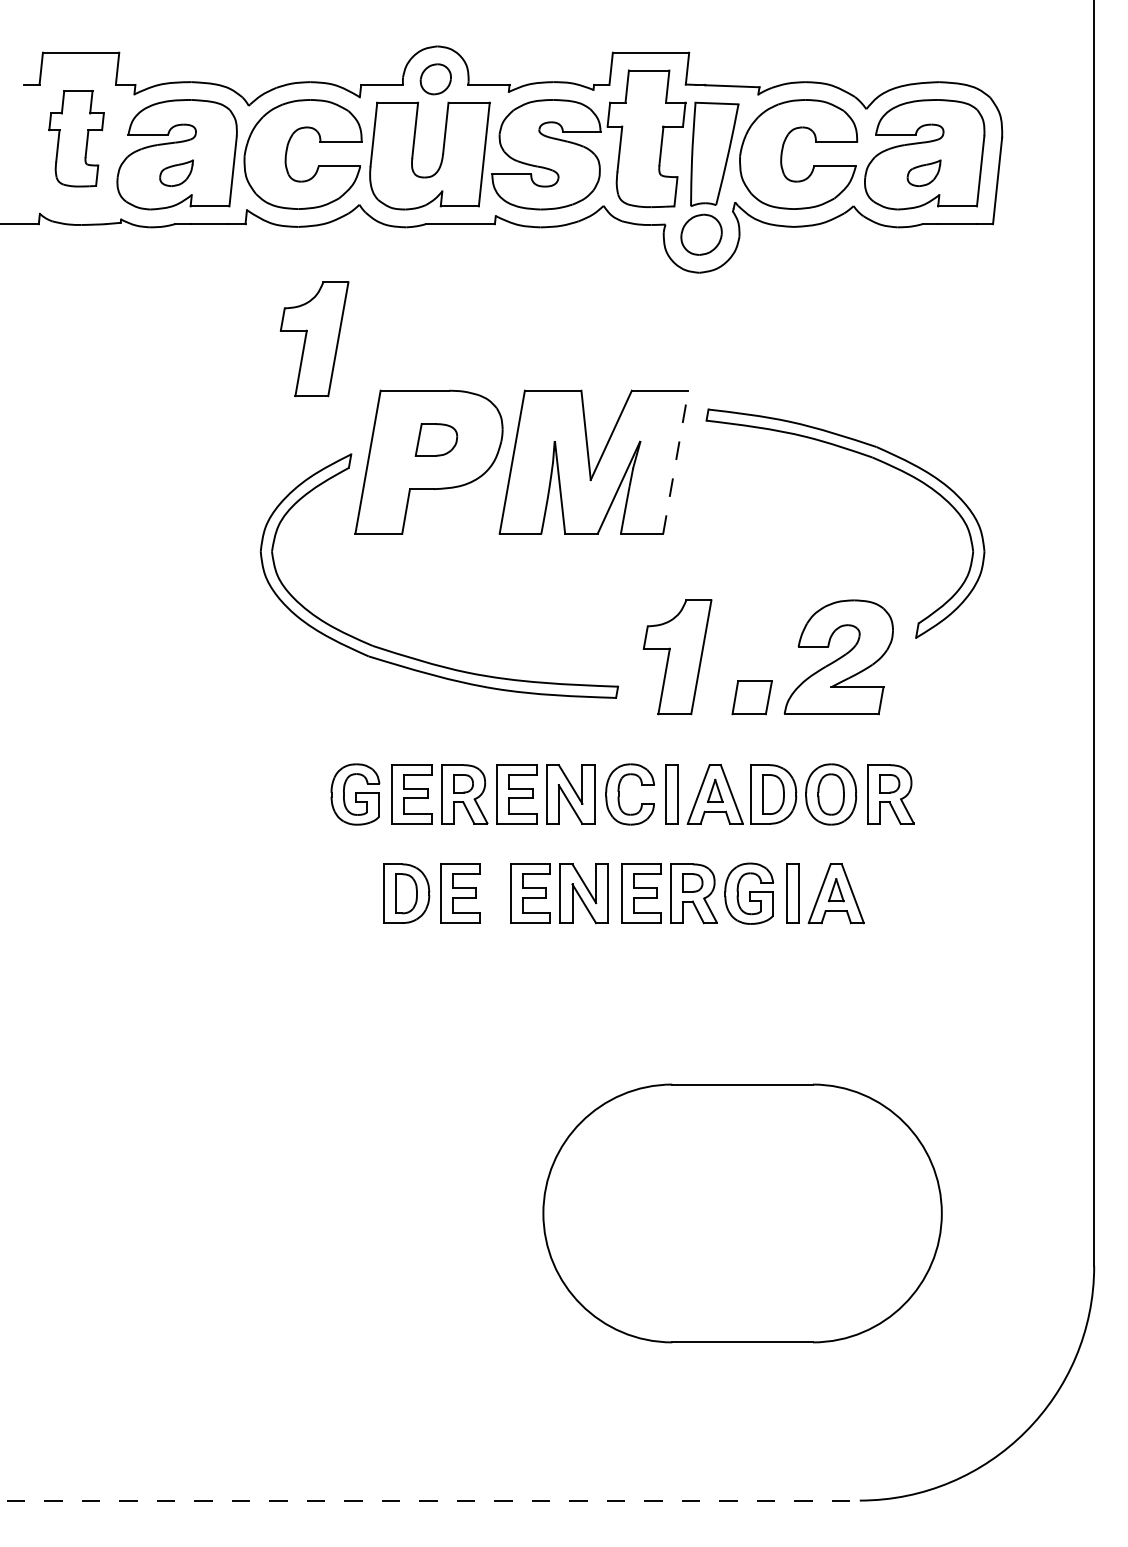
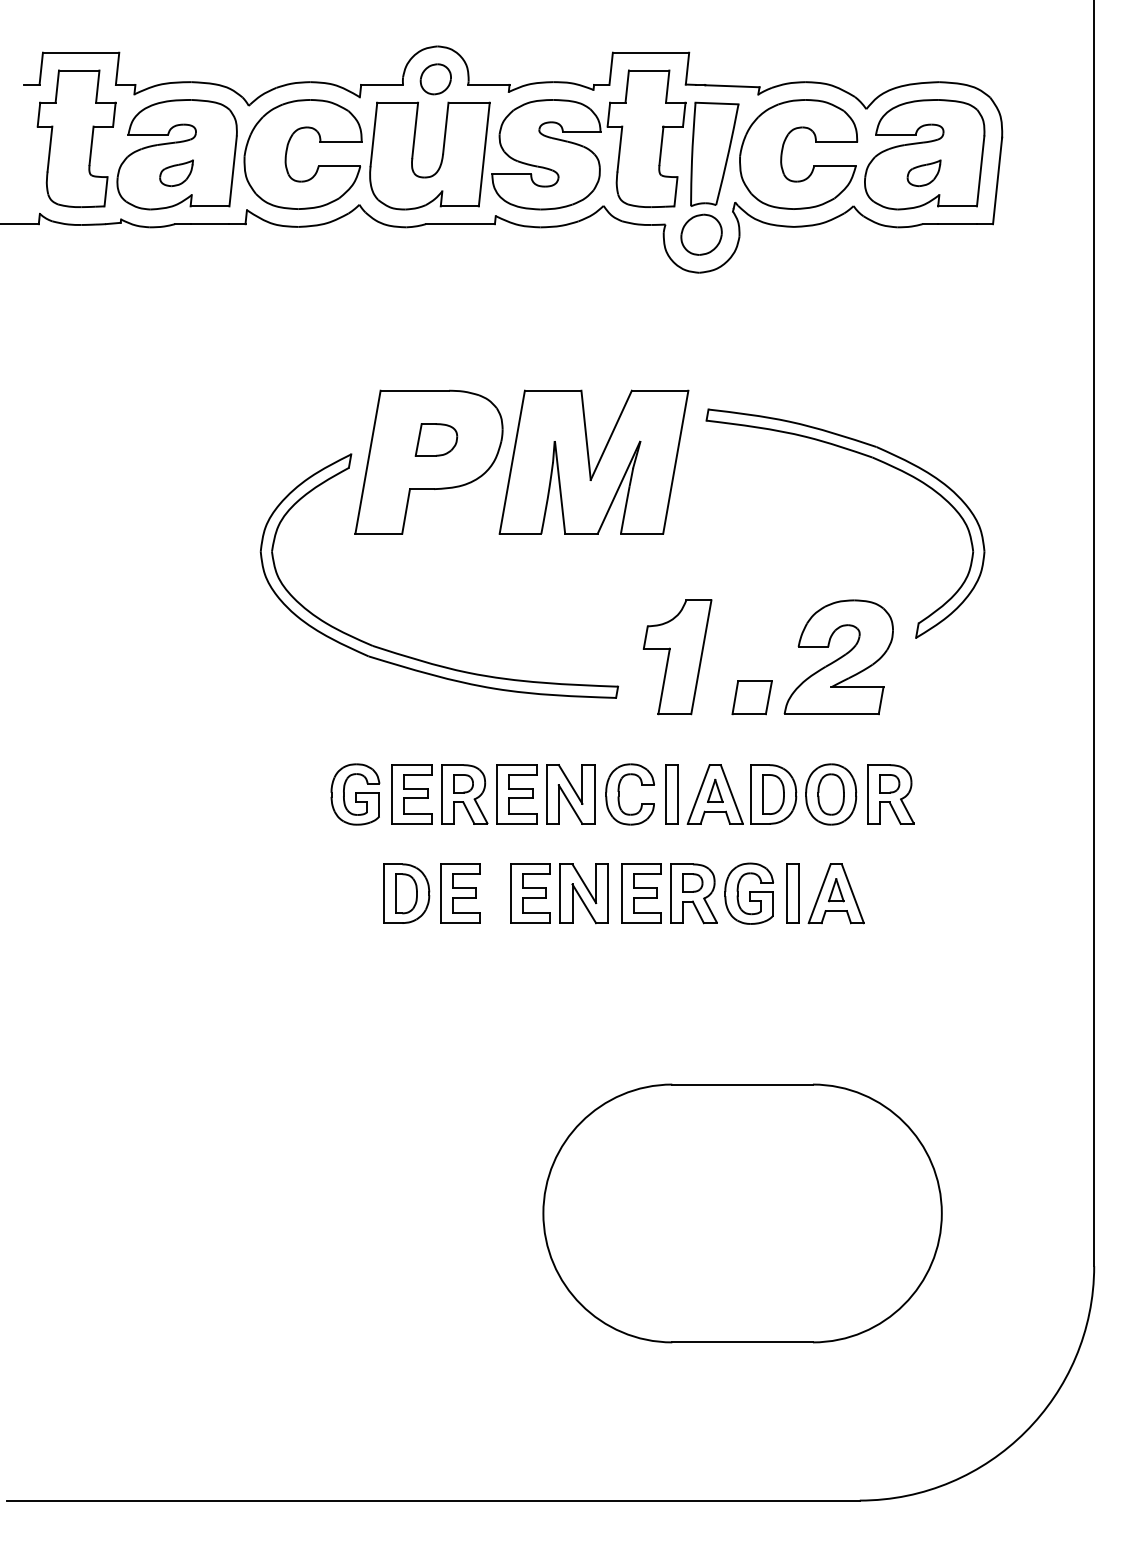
part at (76, 138) size: 57x98 px -> 81x139 px
part at (314, 339): present -> none
line at (675, 462): dashed -> solid
line at (433, 1500): dashed -> solid
